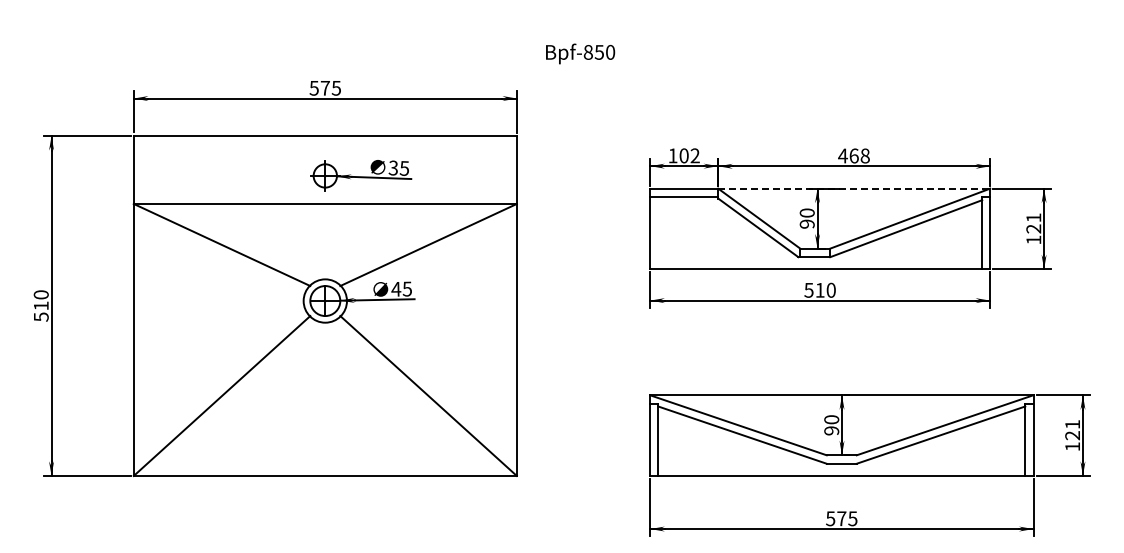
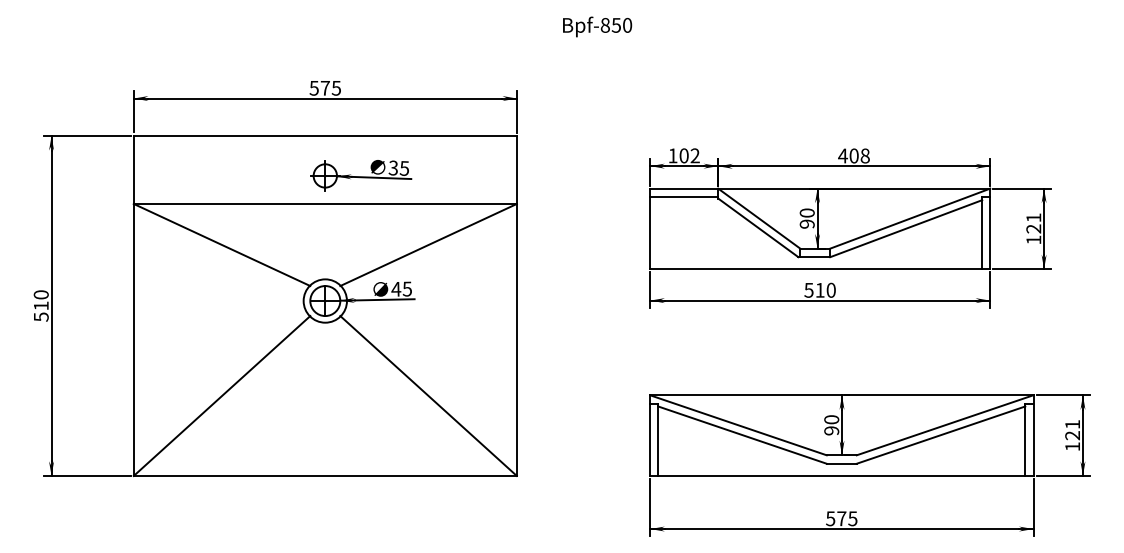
text at (580, 53) position: (580, 53) -> (597, 26)
text at (853, 155): 468 -> 408
line at (854, 188): dashed -> solid
